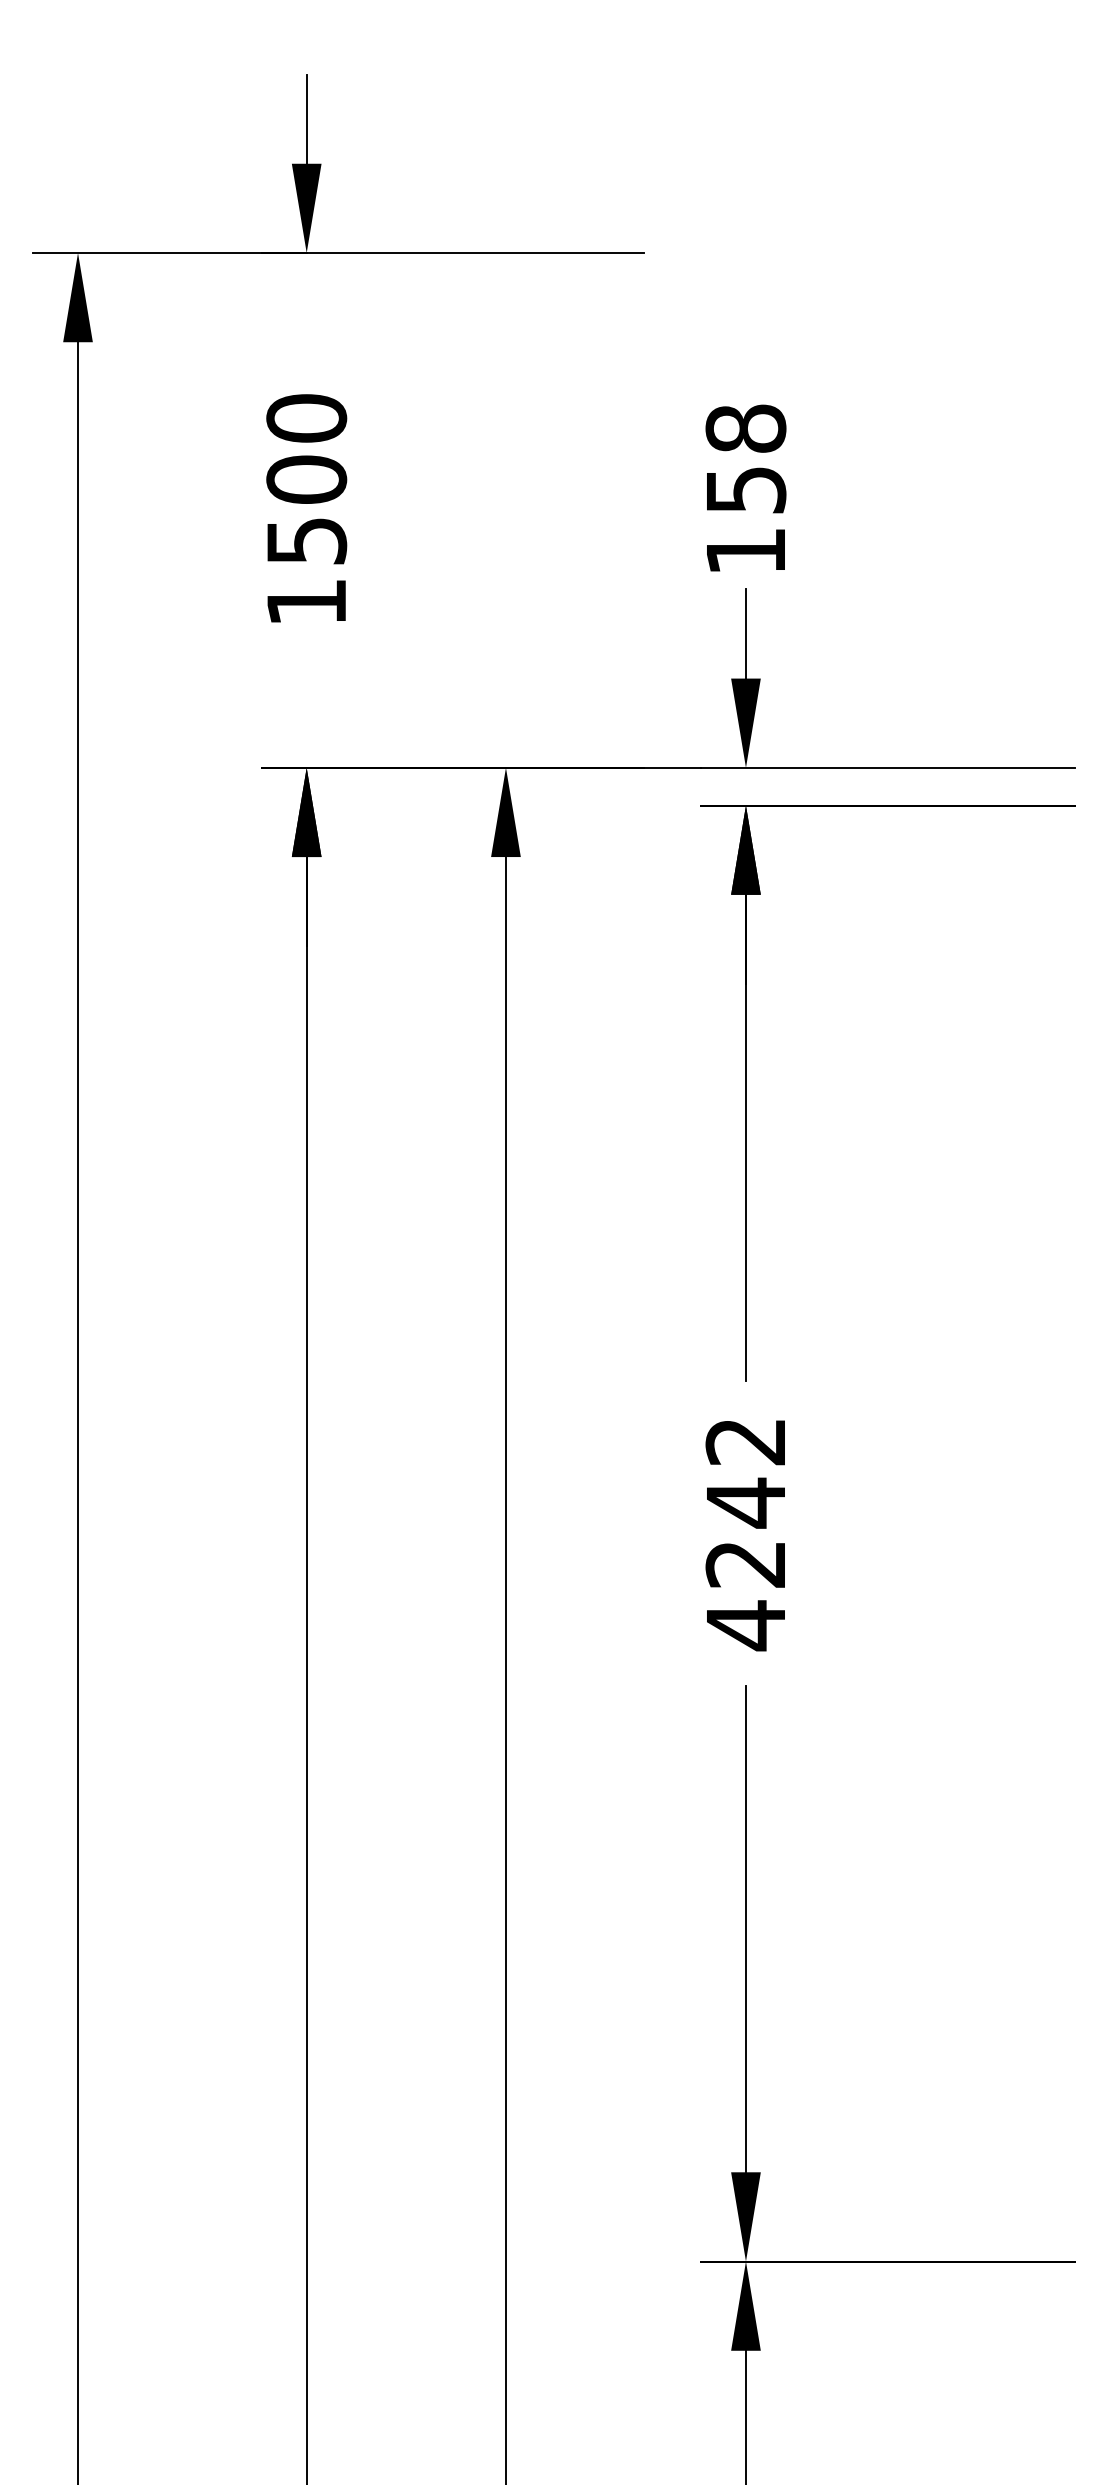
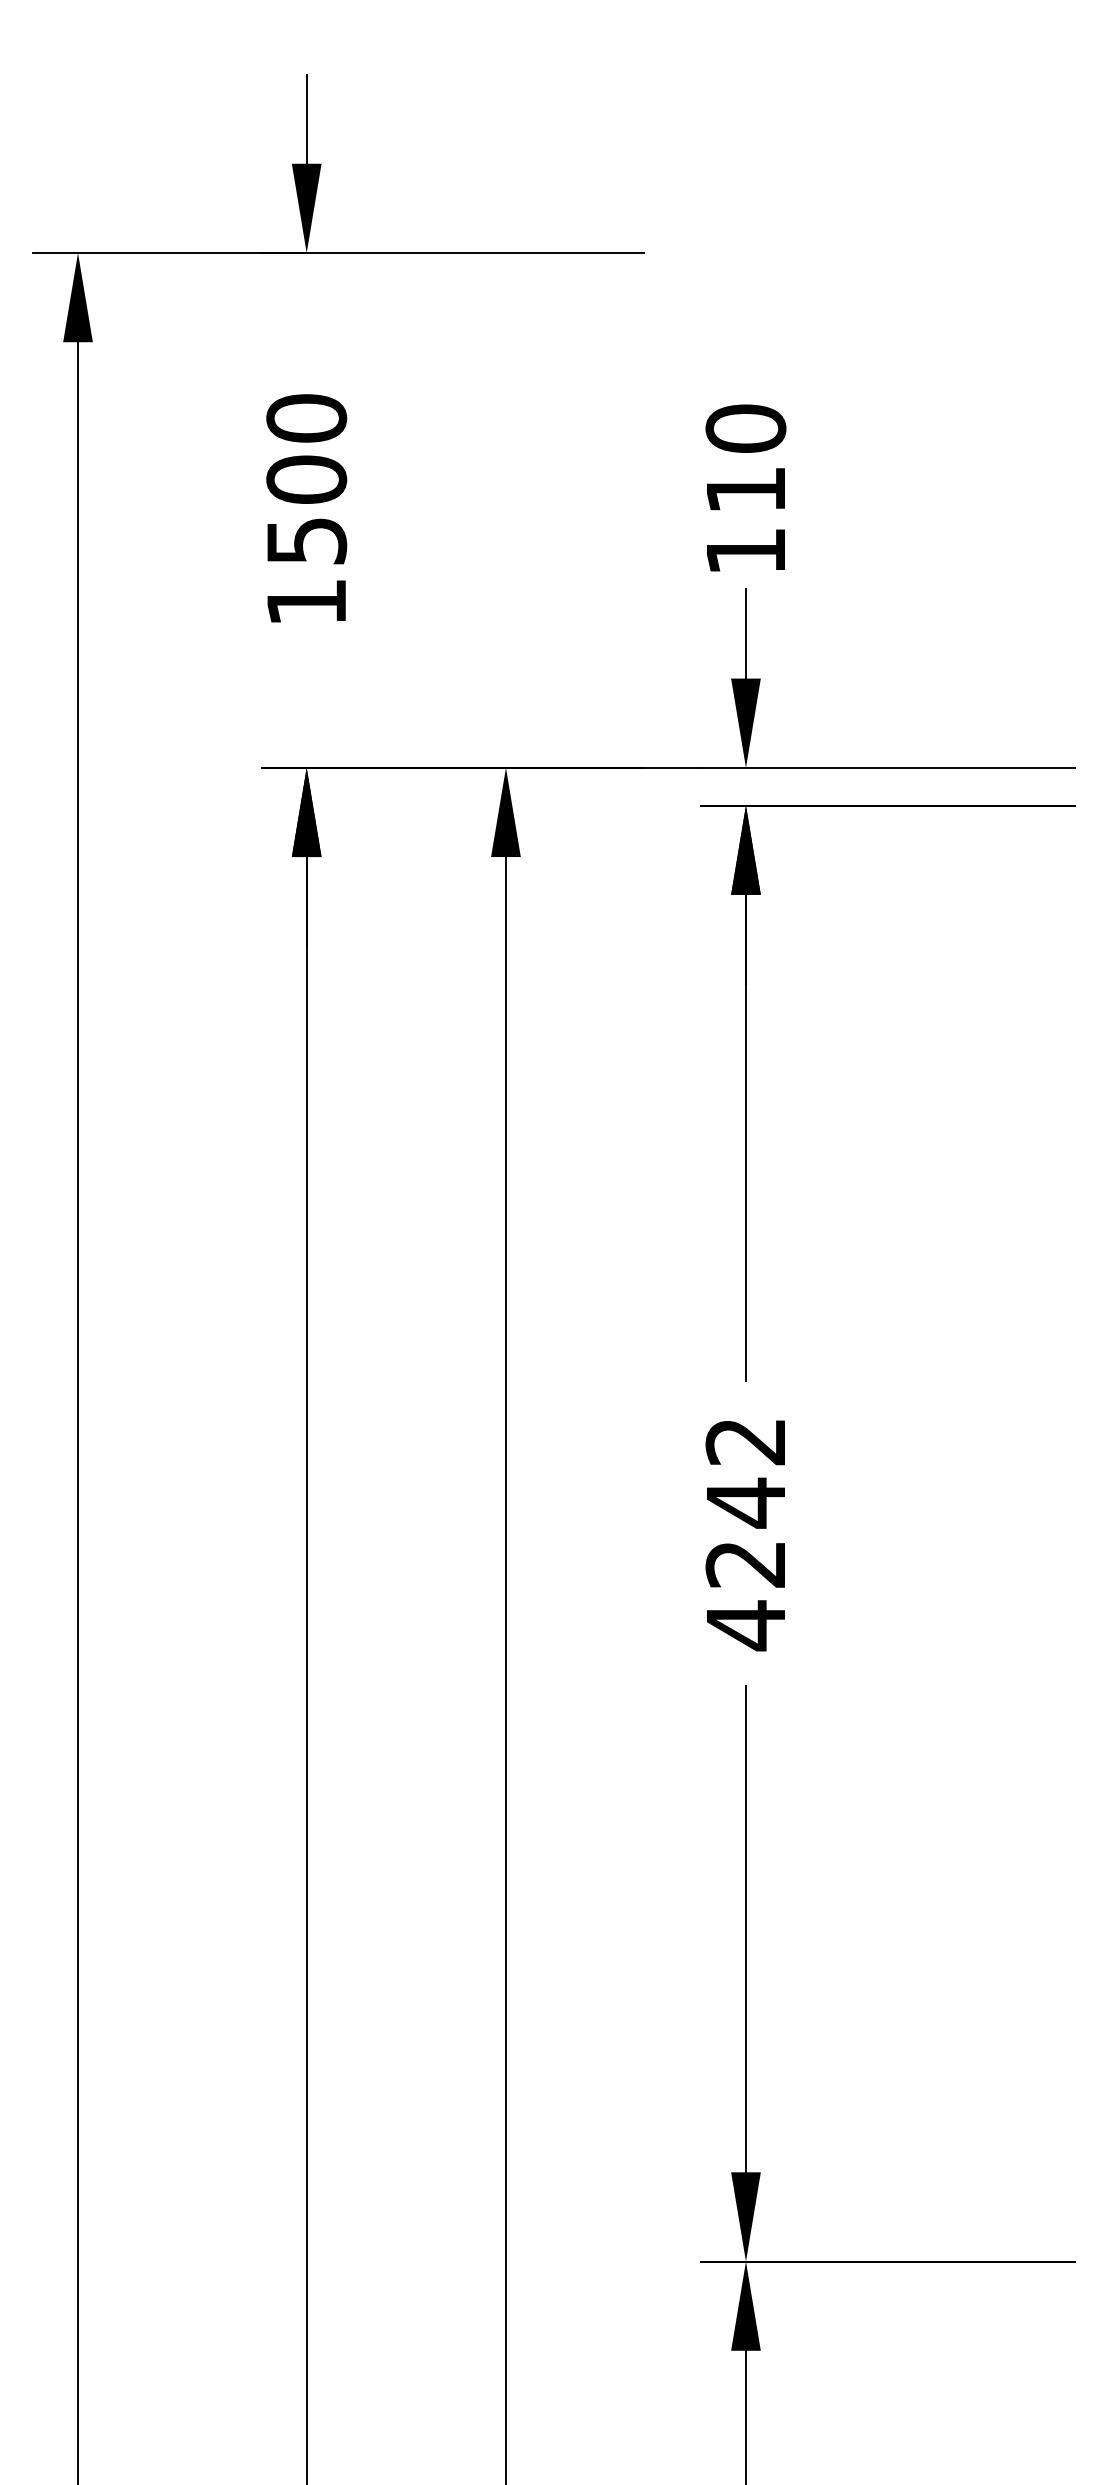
text at (745, 458): 158 -> 110
